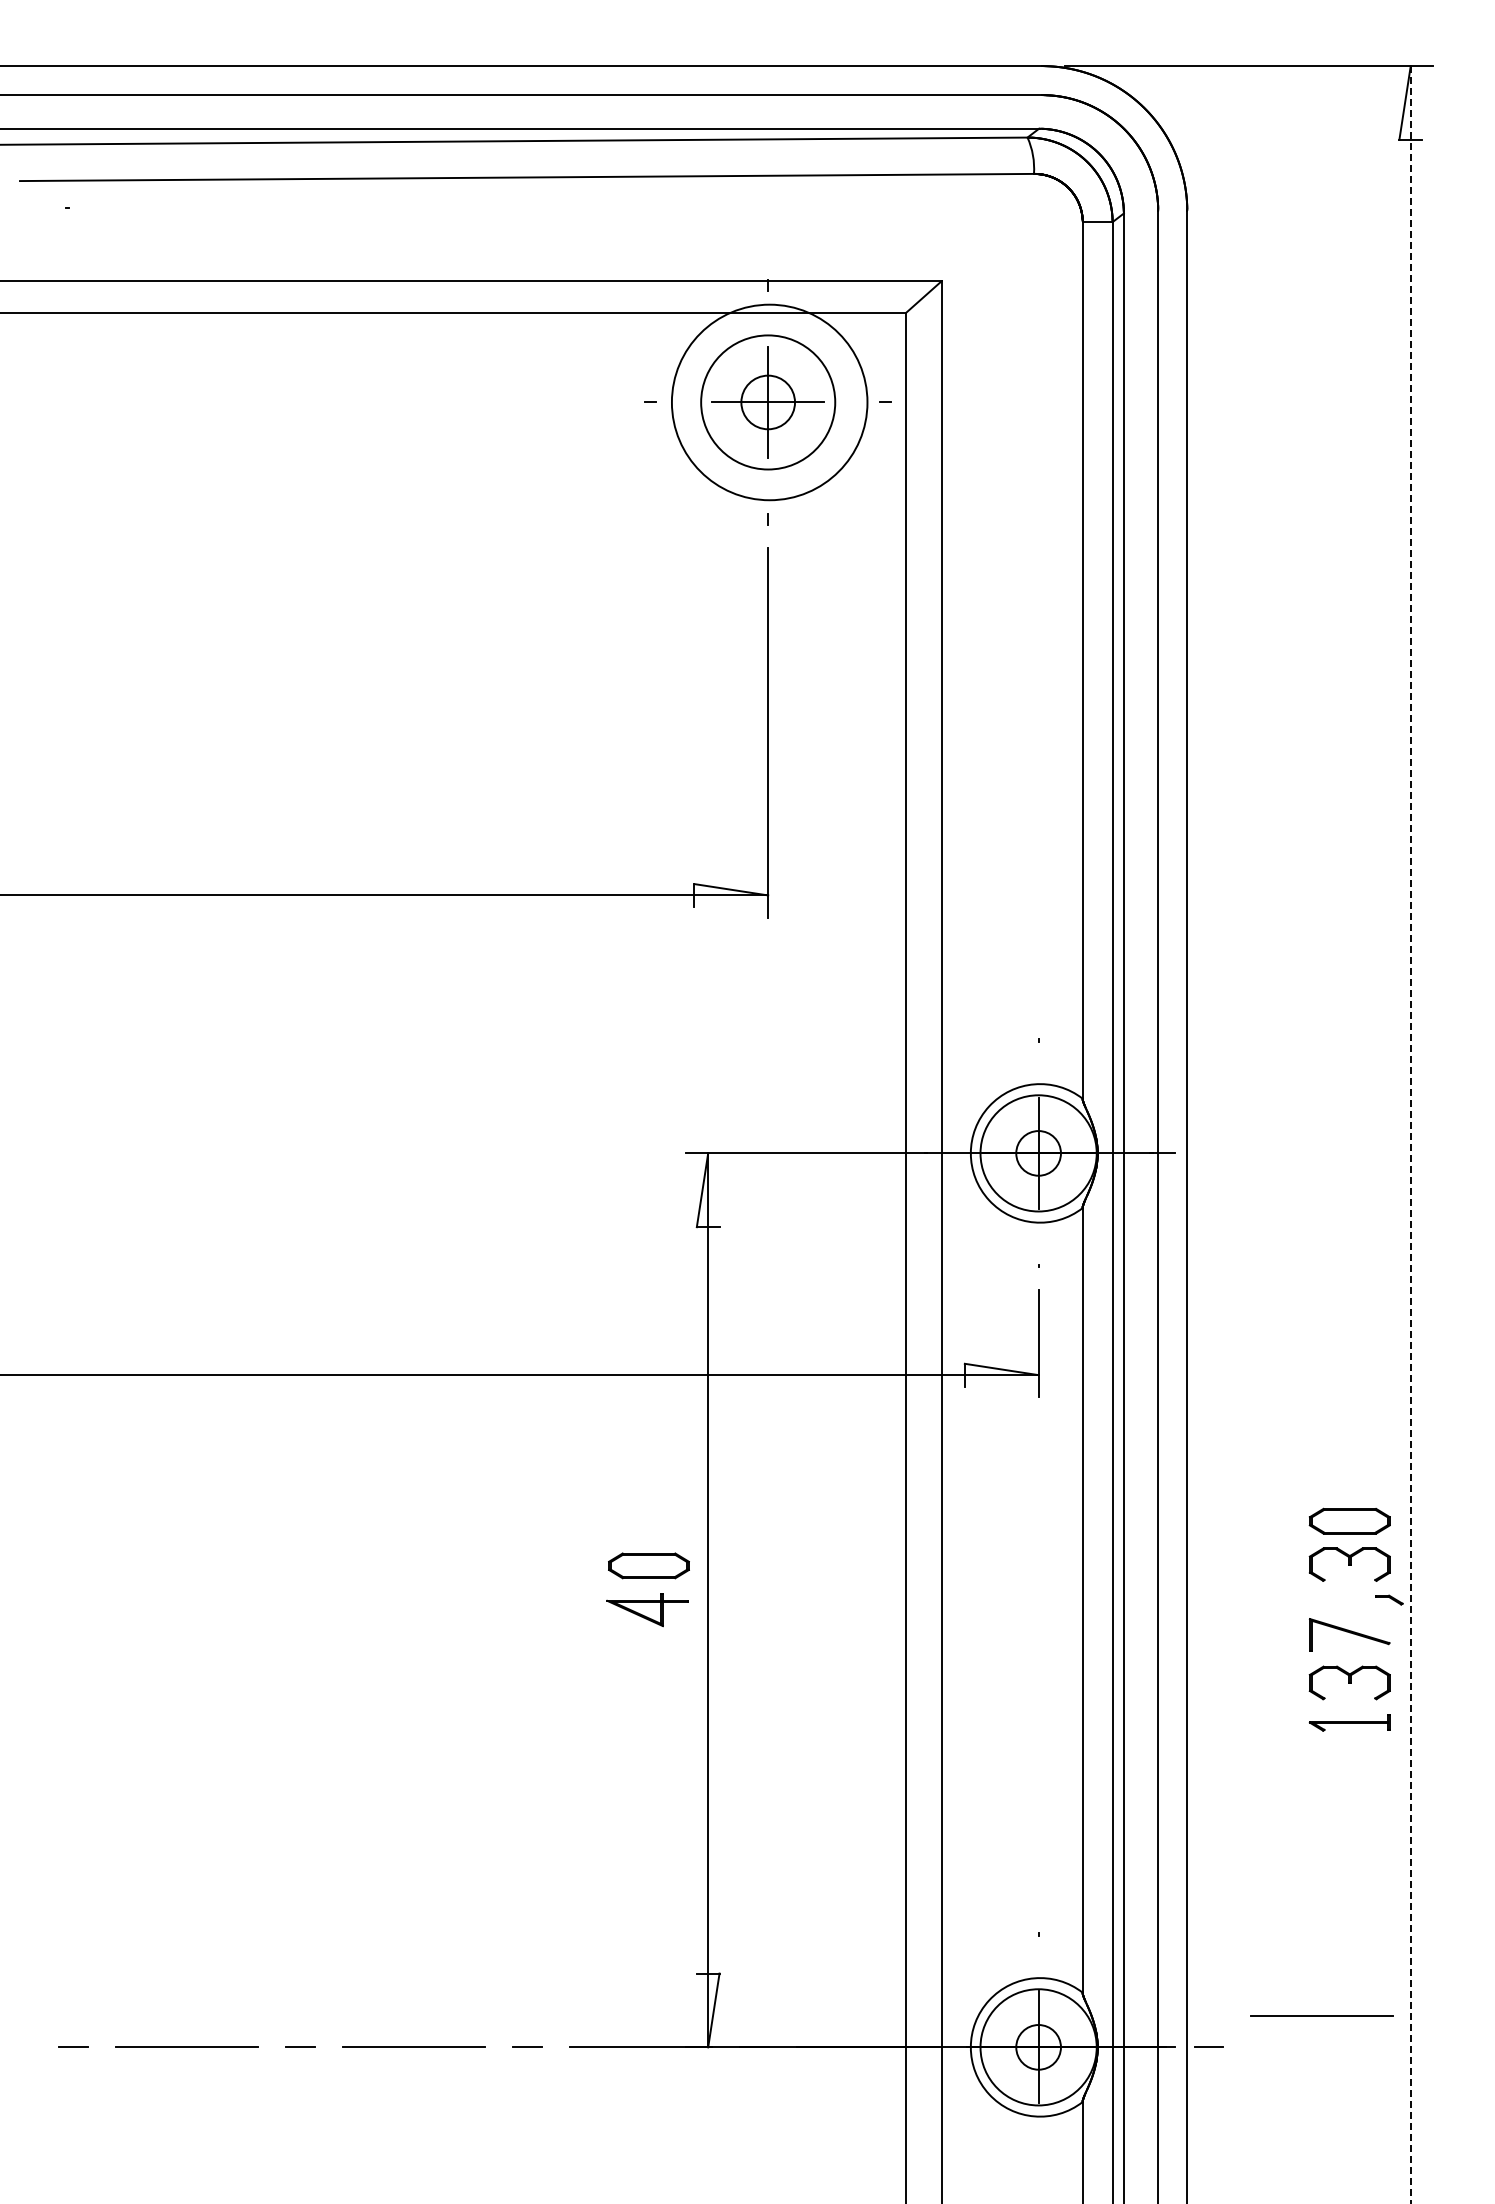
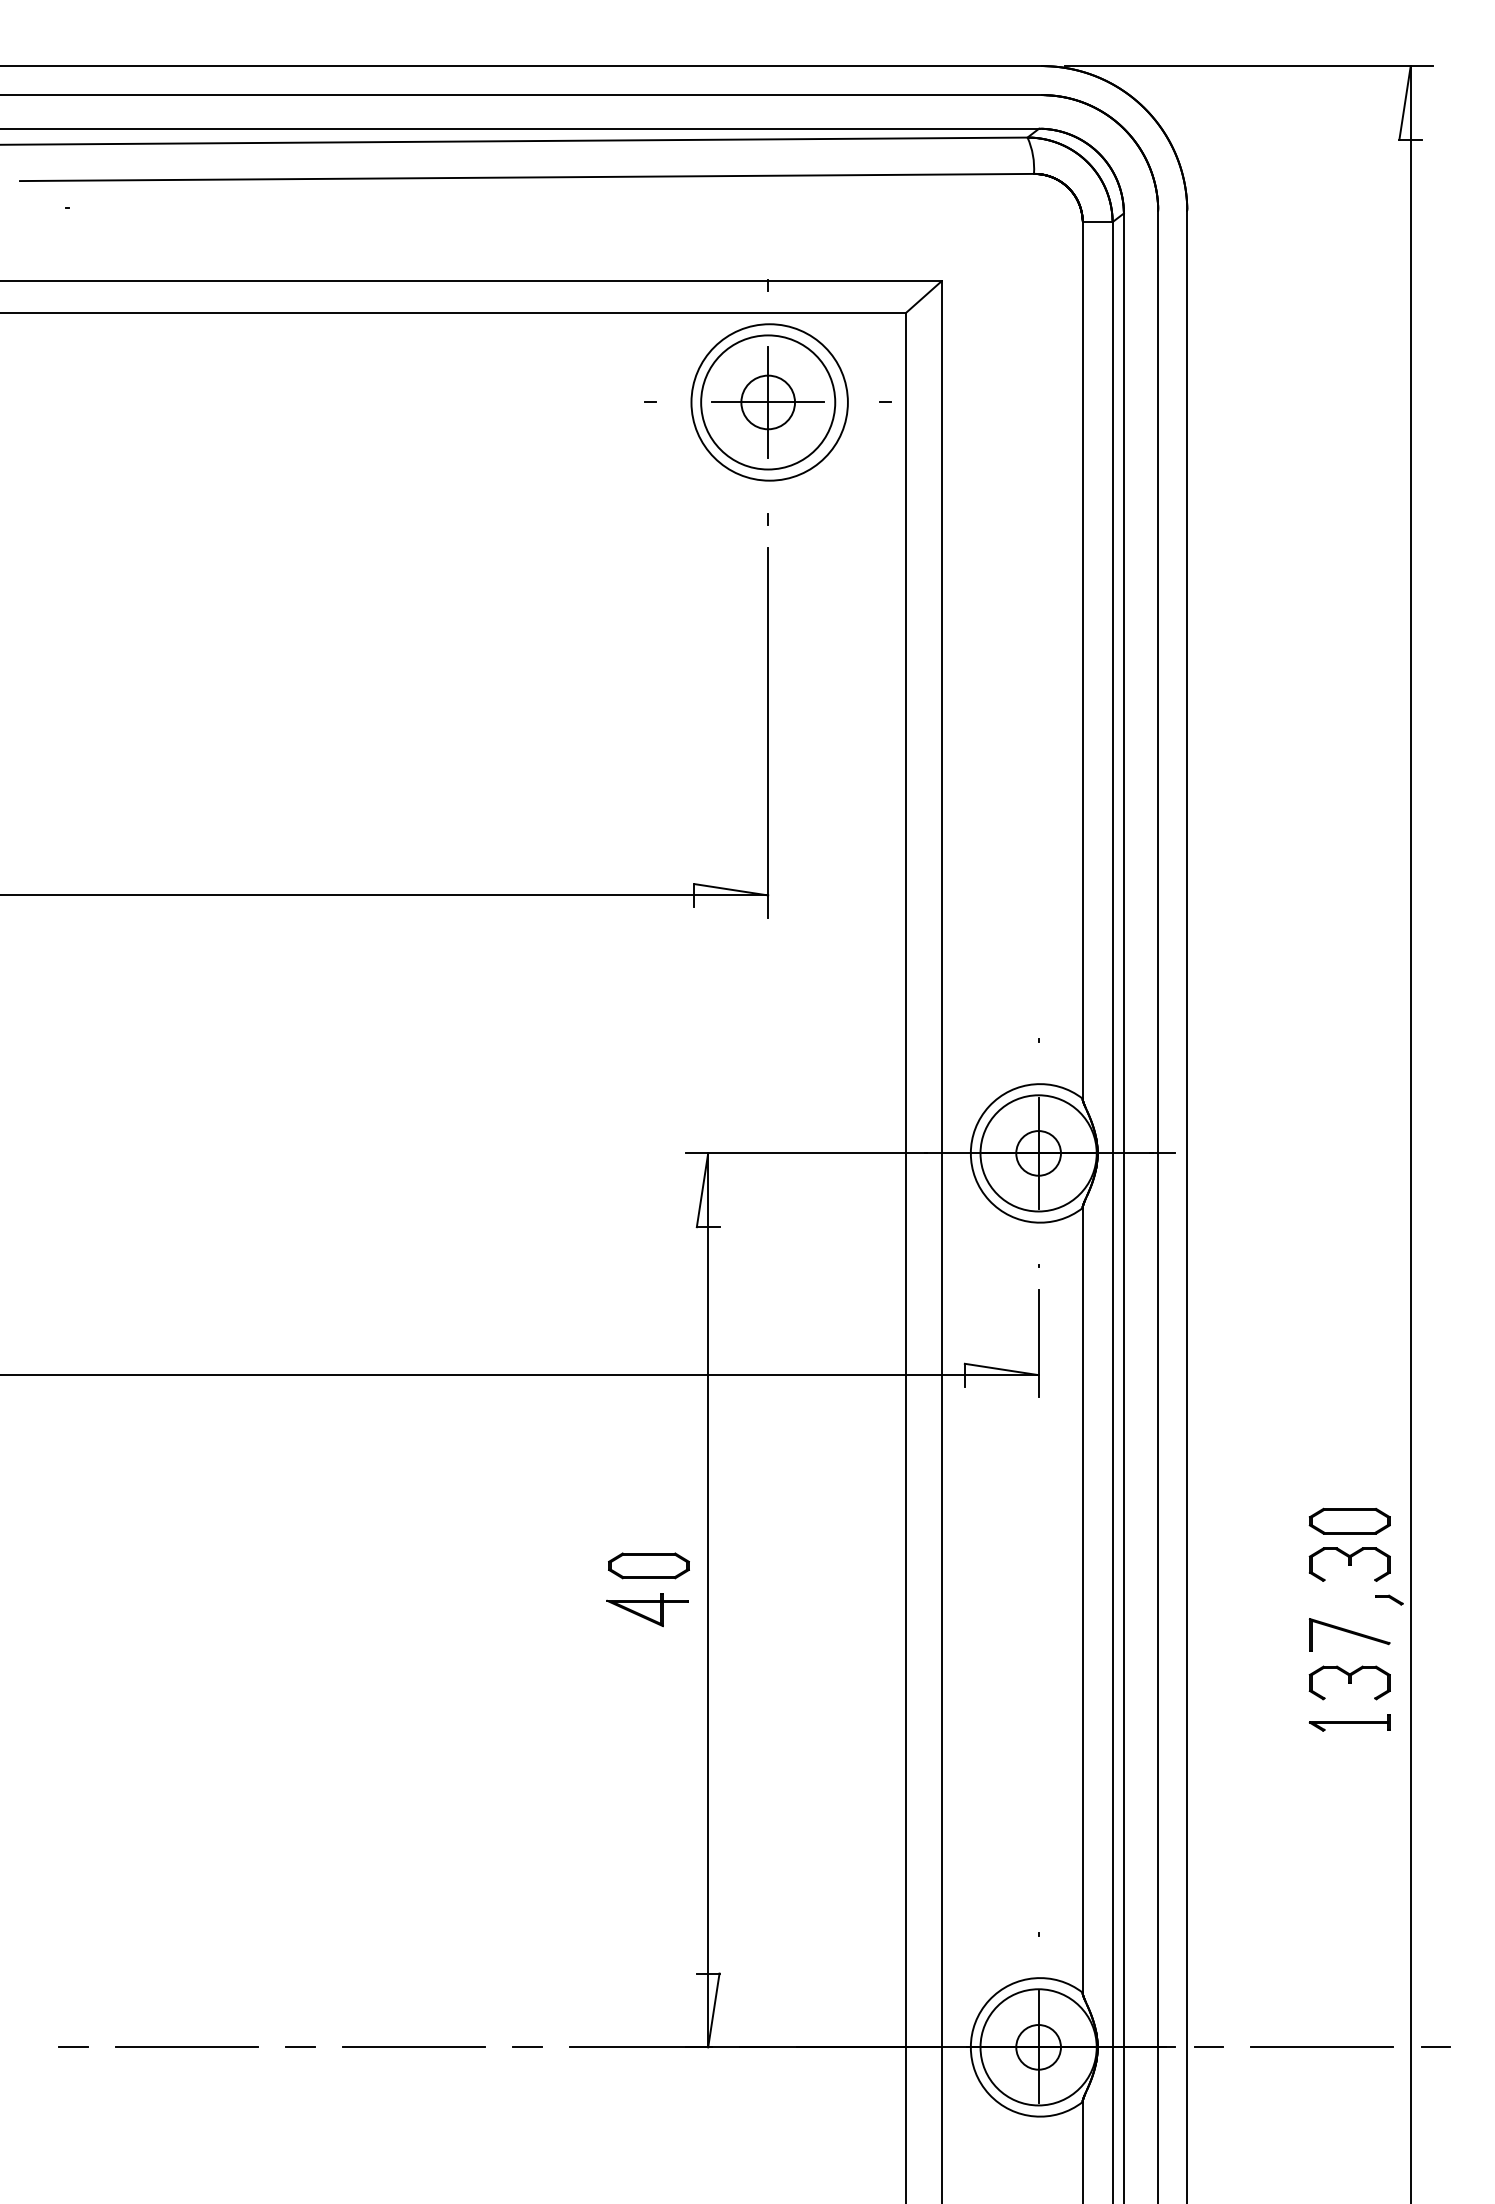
circle at (769, 402) diameter: 196 px -> 156 px
line at (1410, 1134): dashed -> solid
line at (1321, 2015) position: (1321, 2015) -> (1321, 2046)
line at (1435, 2047): none -> present
